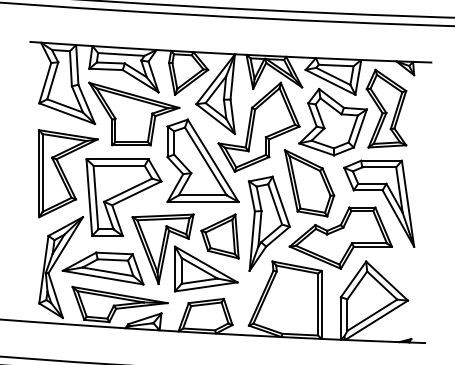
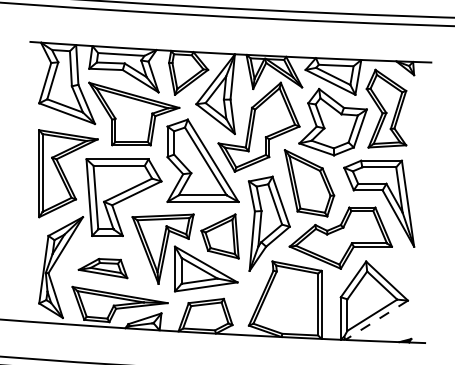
part at (102, 268) size: 84x35 px -> 52x23 px
line at (376, 320): solid -> dashed
